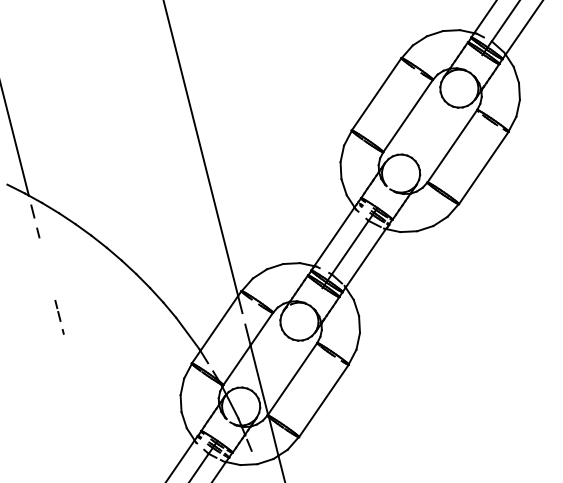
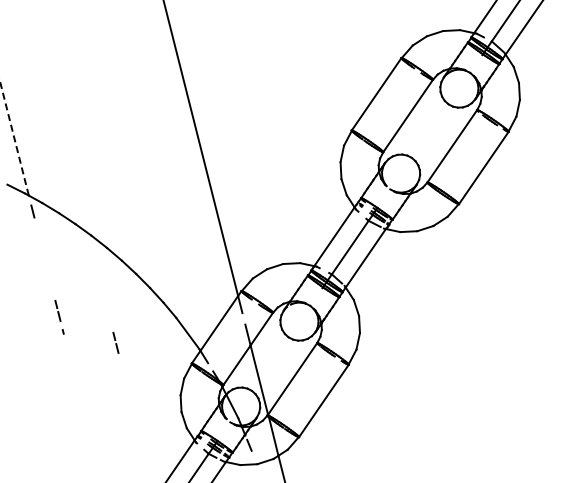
line at (14, 138): solid -> dashed
line at (38, 232): present -> none
line at (115, 343): none -> present
